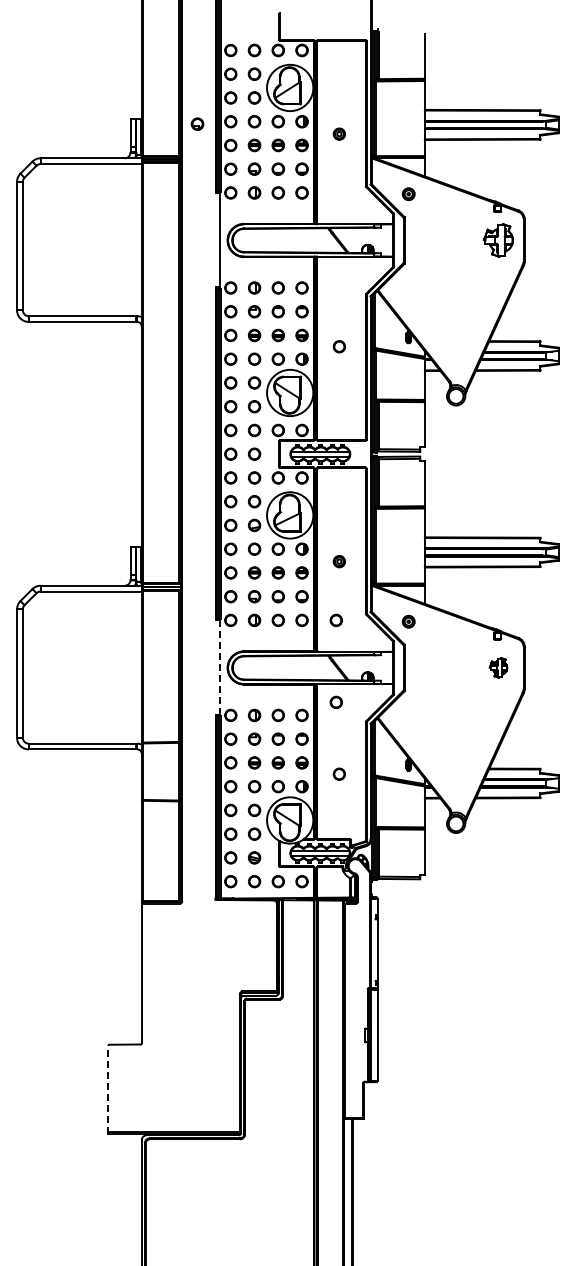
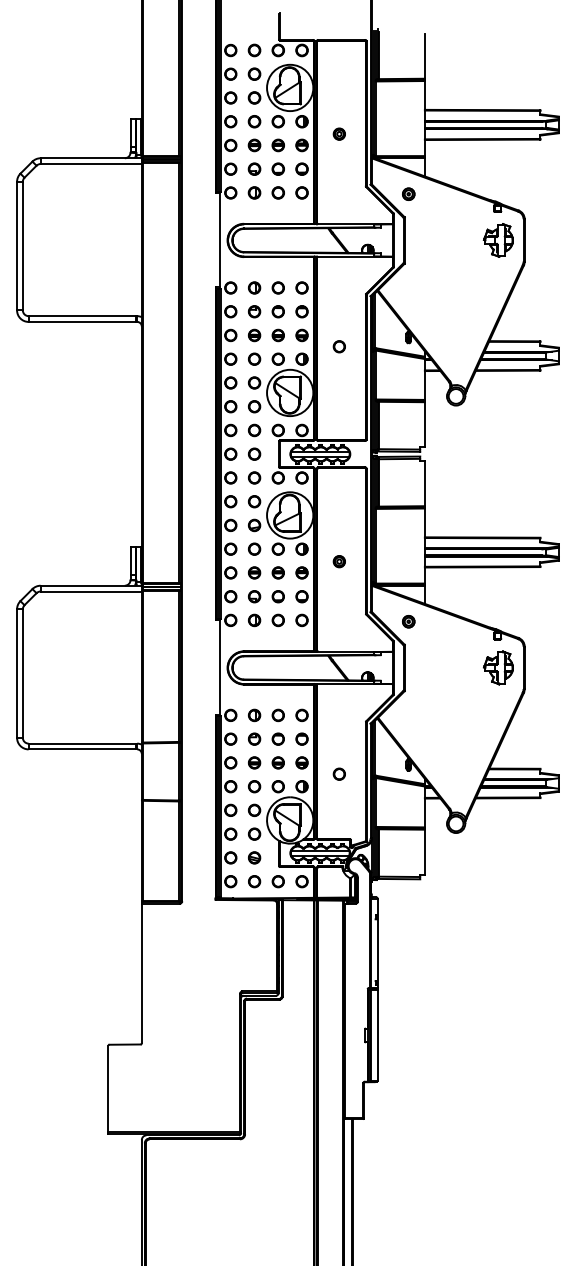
part at (197, 123): present -> none
part at (335, 620): present -> none
line at (220, 667): dashed -> solid
part at (498, 667) size: 21x22 px -> 31x36 px
part at (335, 702): present -> none
line at (108, 1089): dashed -> solid
